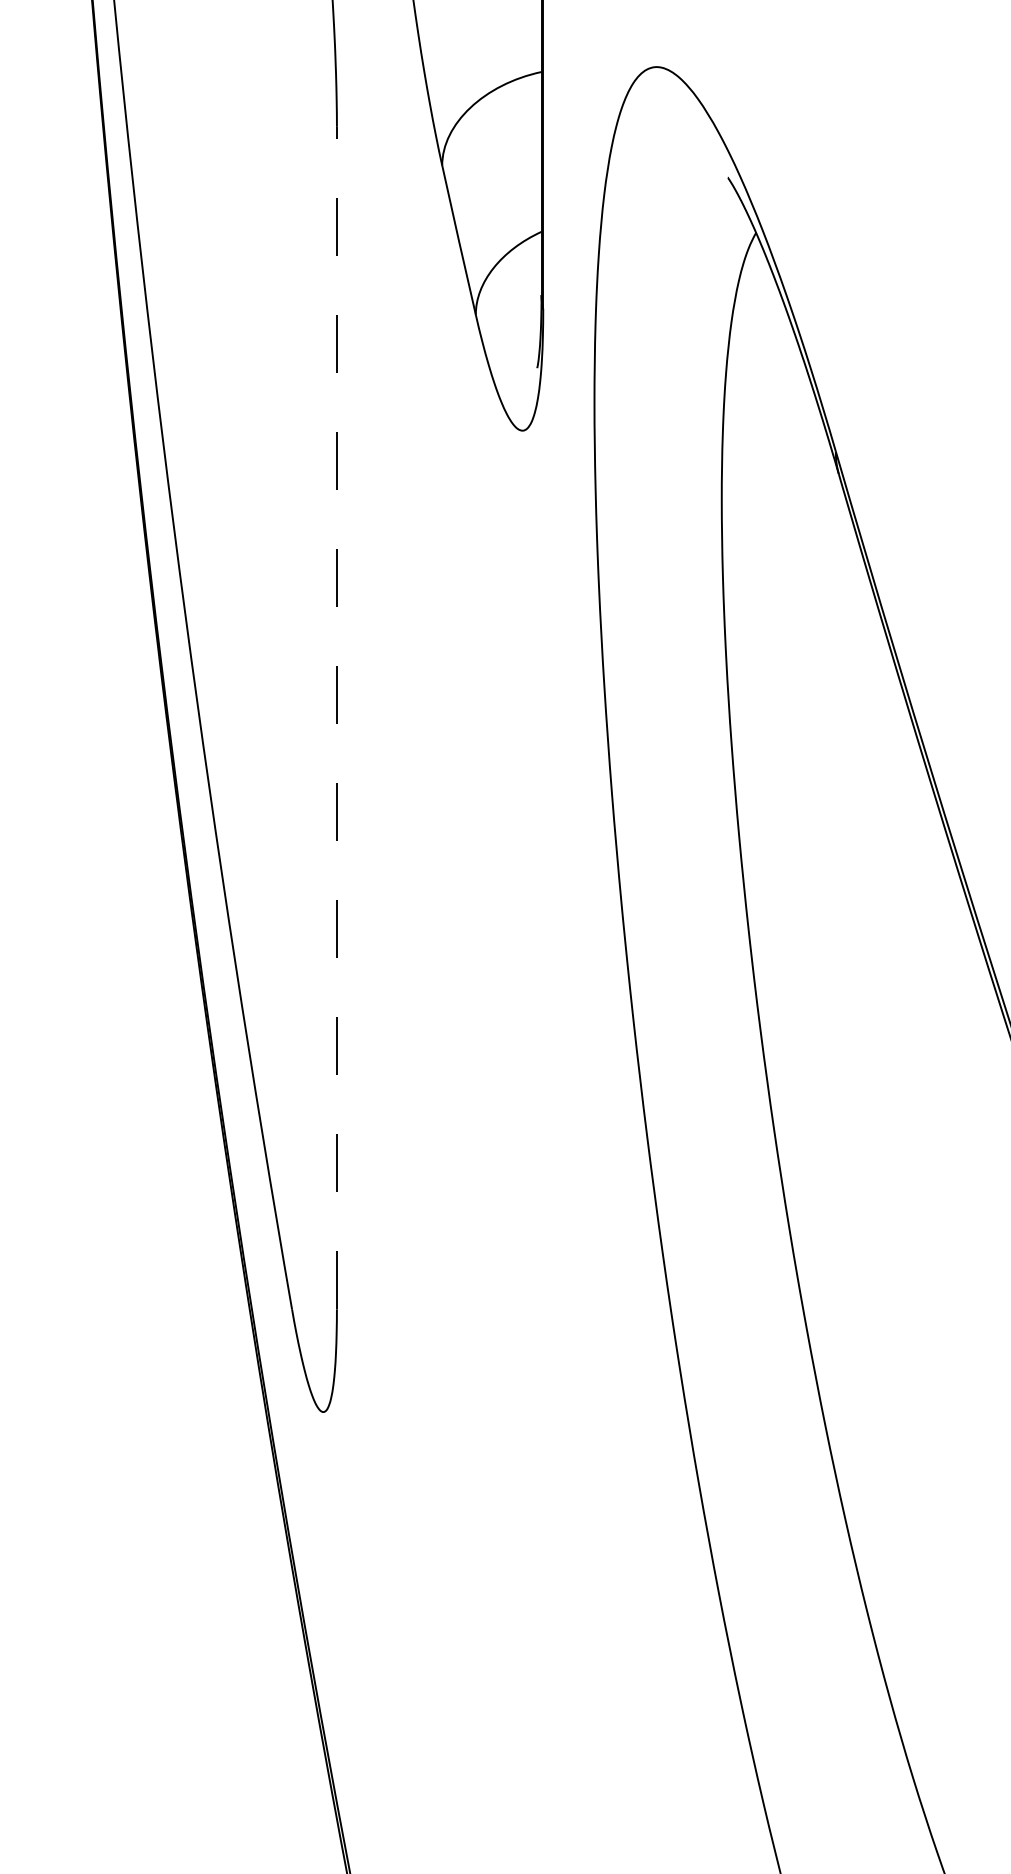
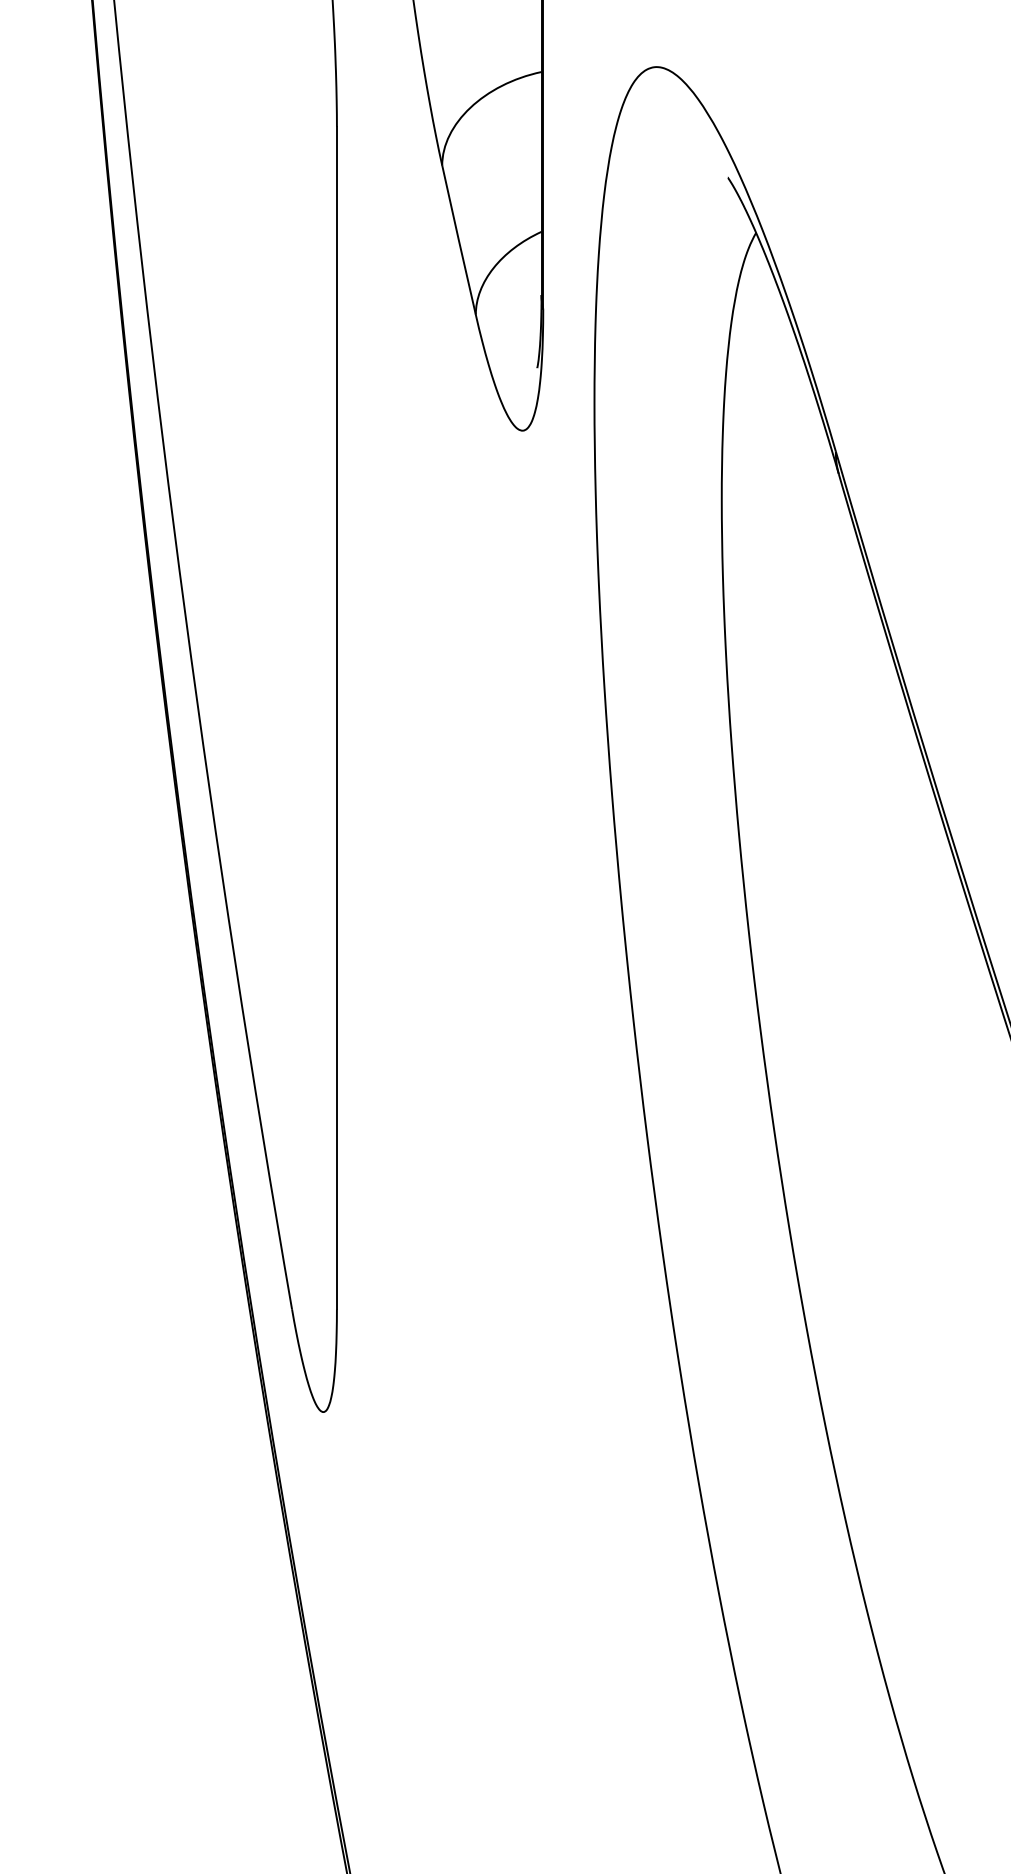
line at (336, 717): dashed -> solid
